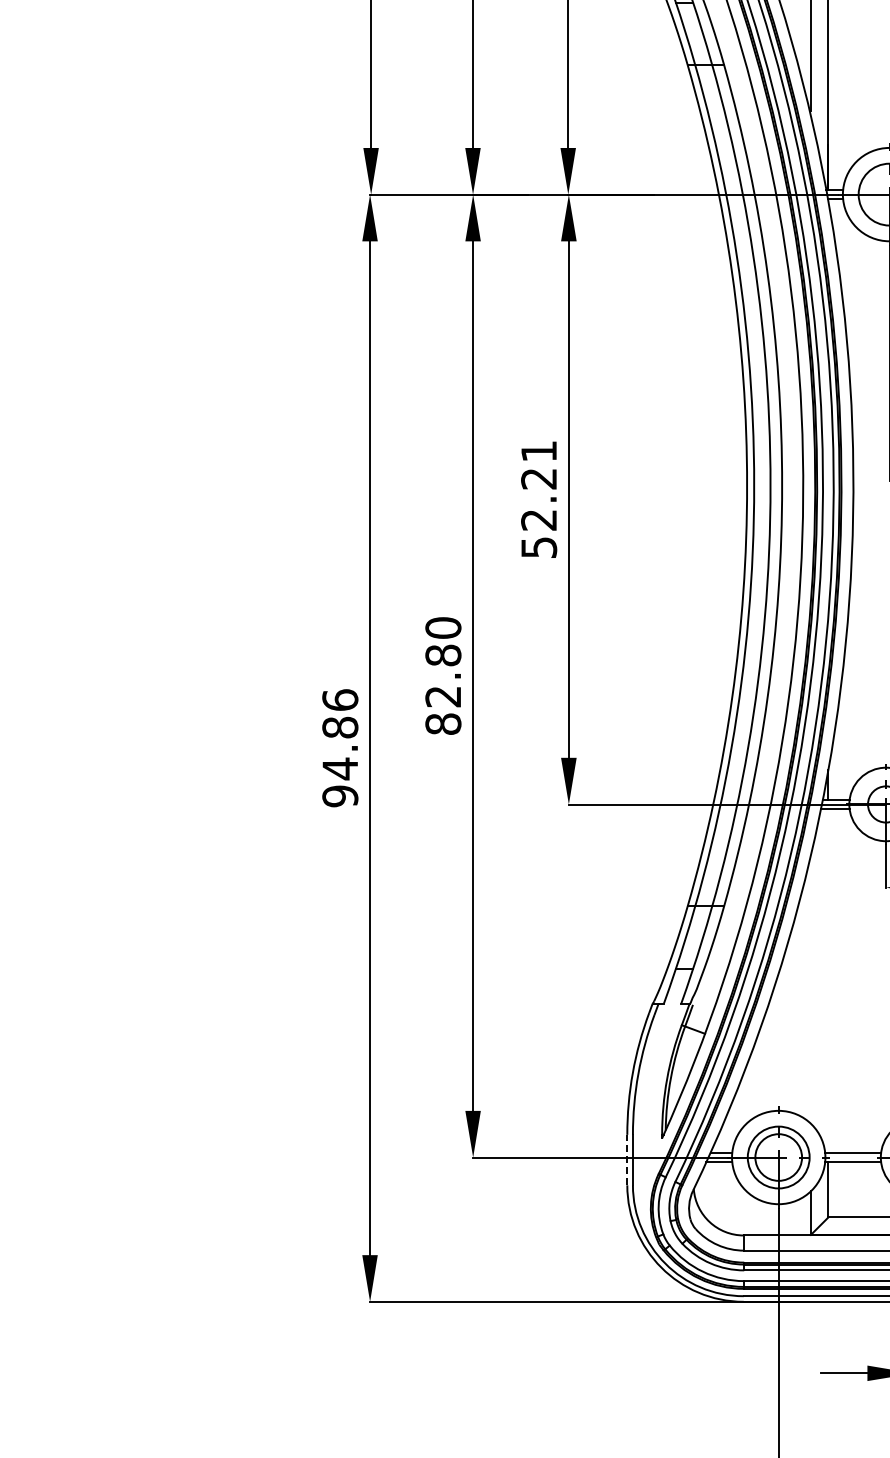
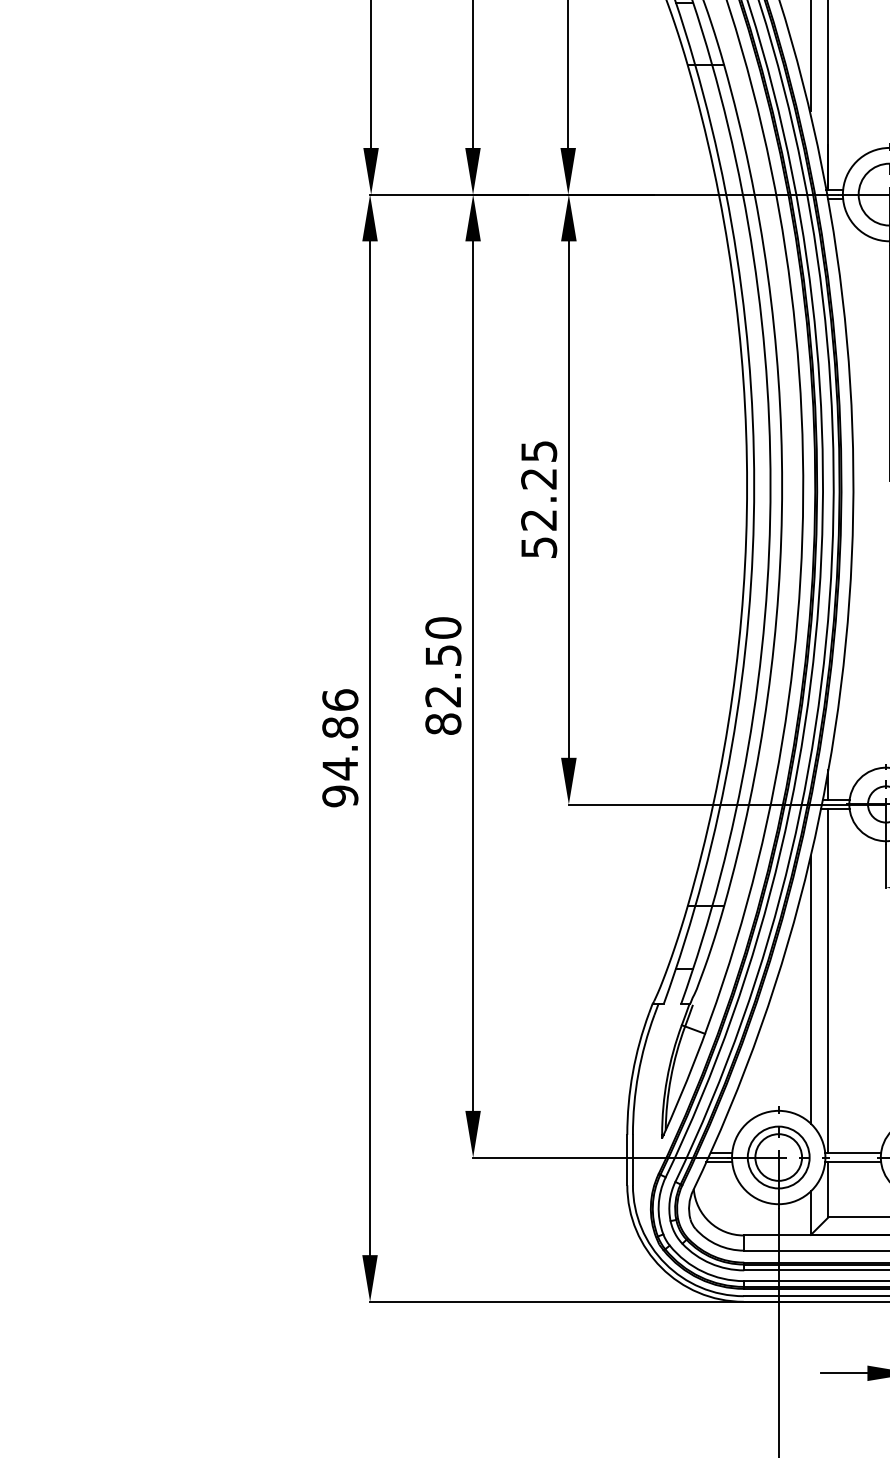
text at (539, 451): 52.21 -> 52.25
text at (443, 655): 82.80 -> 82.50
line at (828, 980): none -> present
line at (810, 989): none -> present
line at (627, 1159): dashed -> solid
